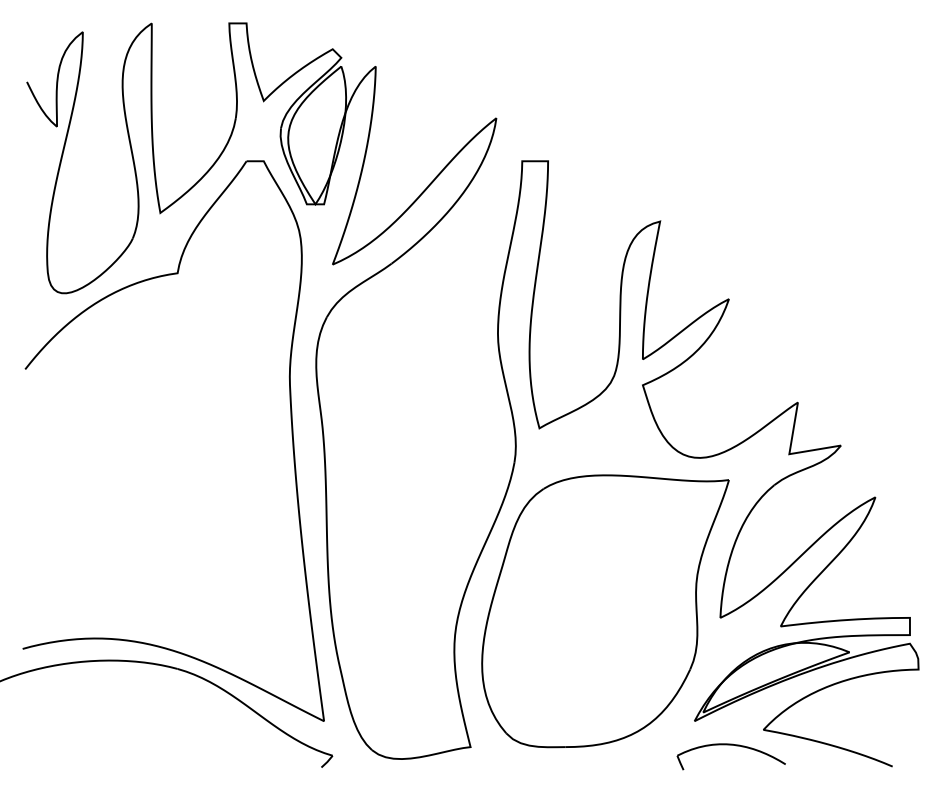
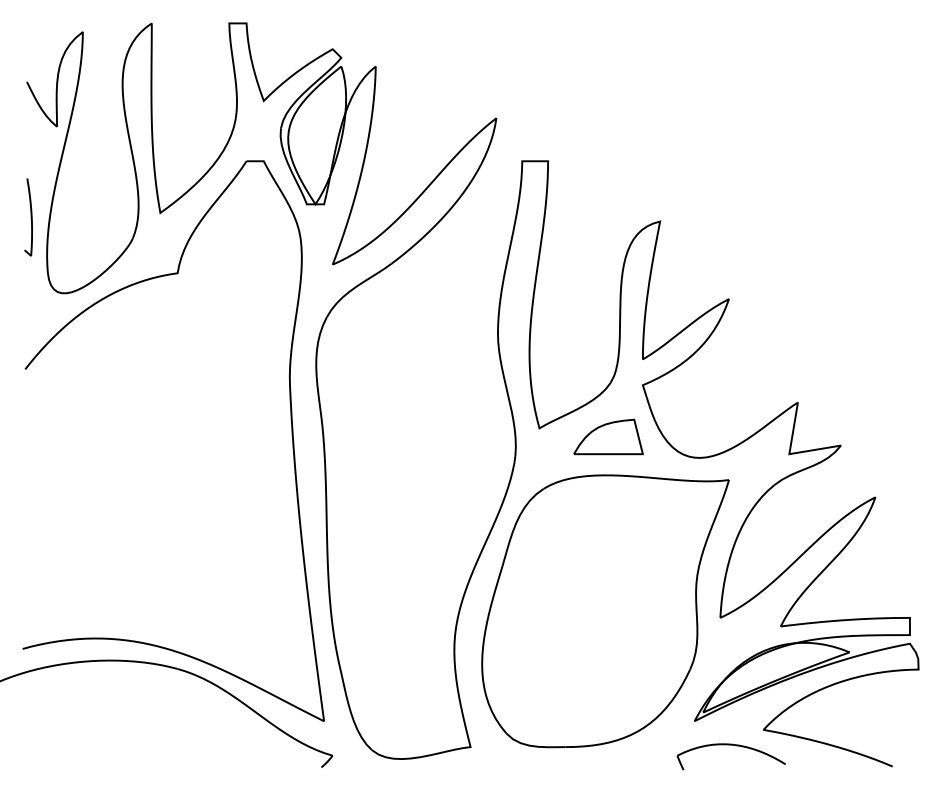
curve at (30, 217): none -> present
part at (608, 436): none -> present
